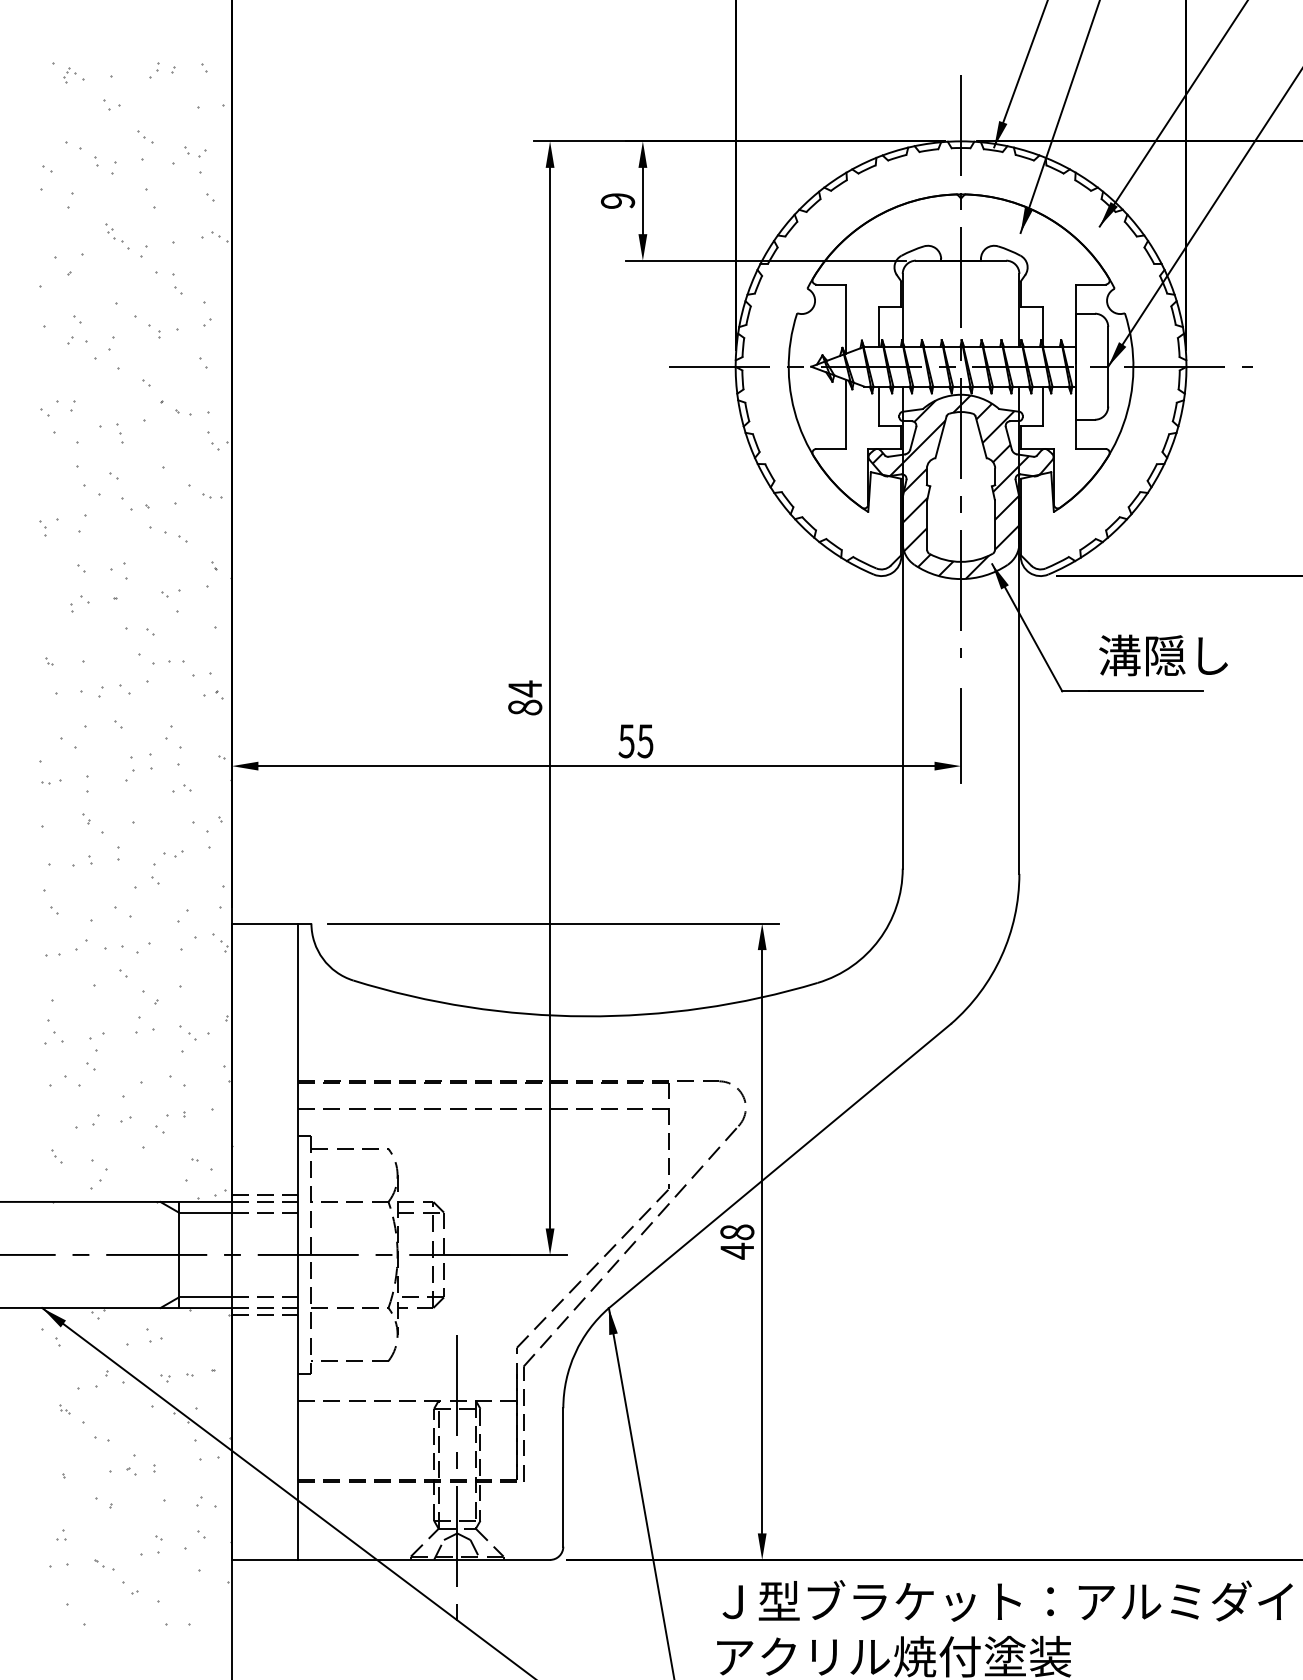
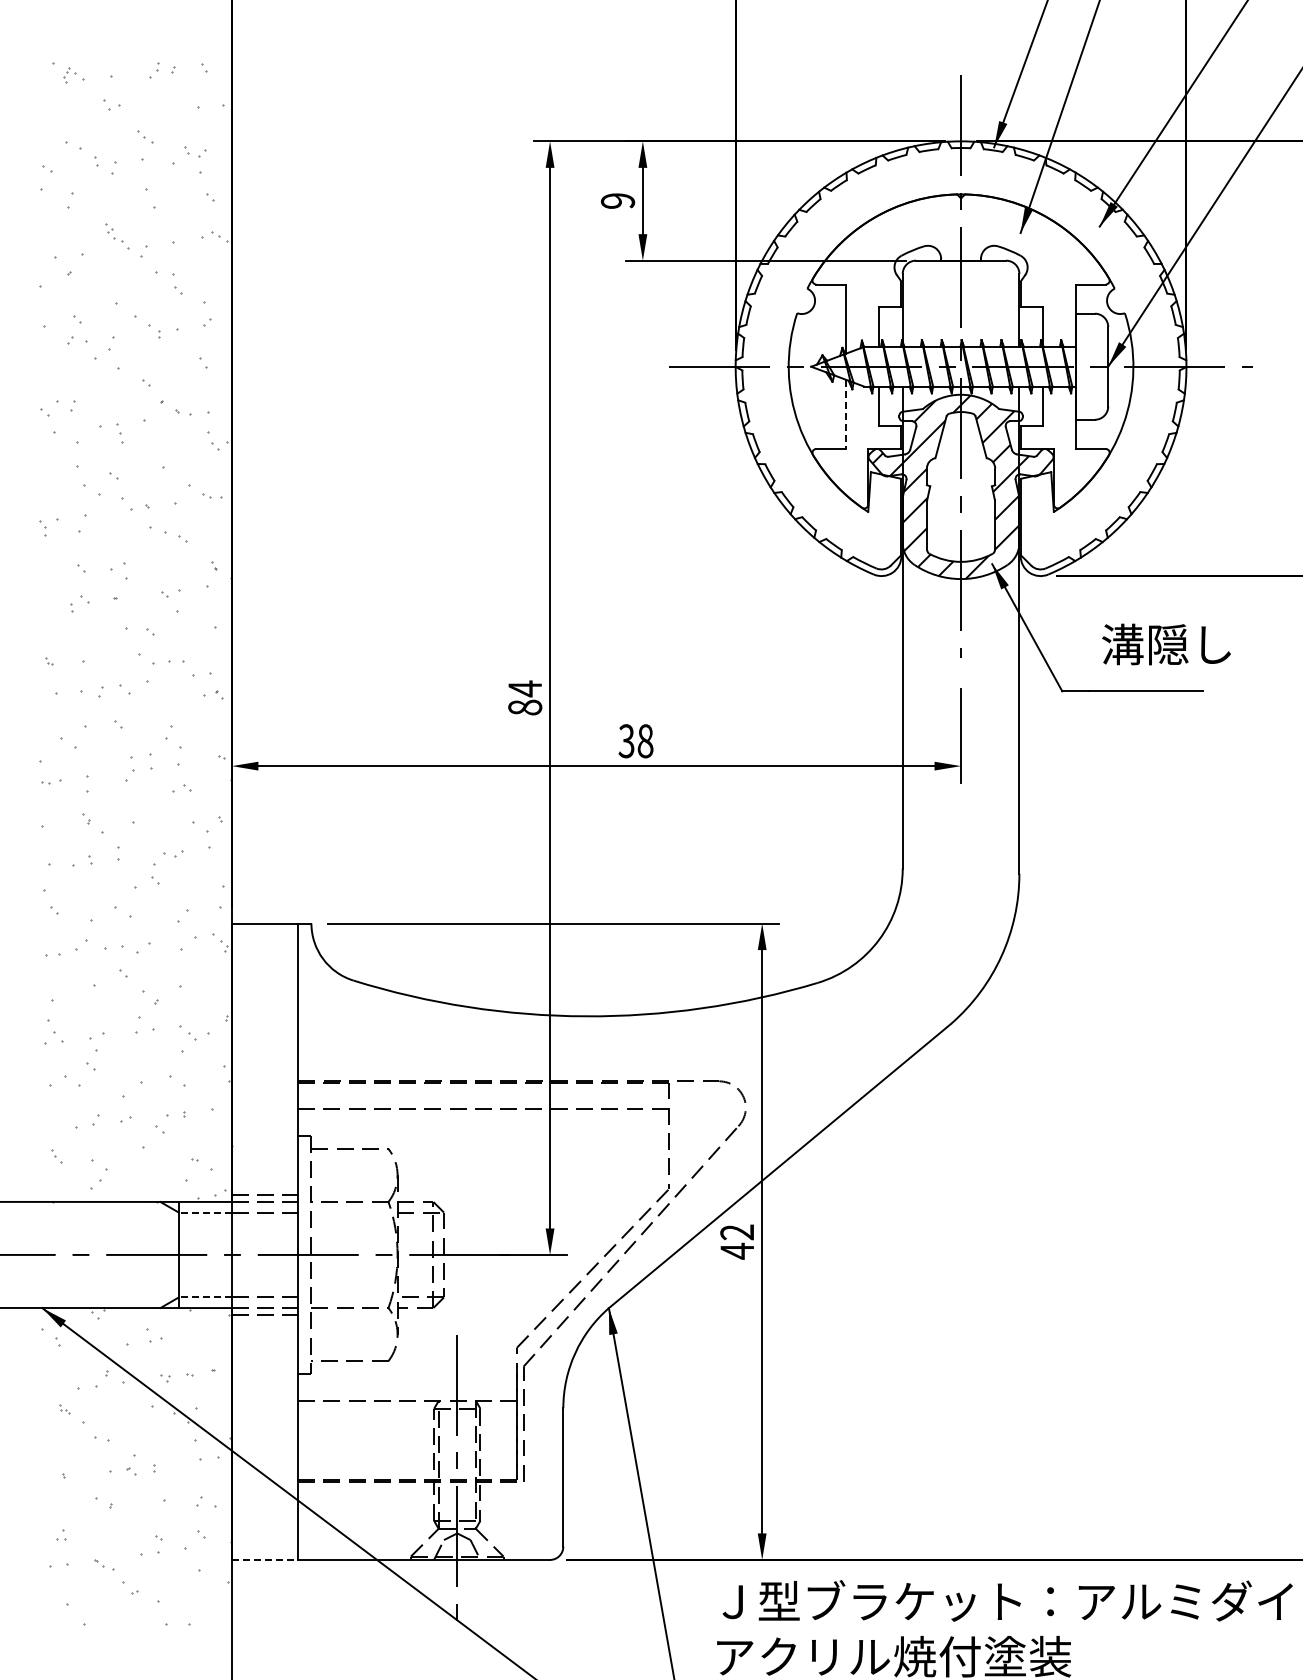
line at (845, 414): solid -> dashed
text at (1163, 655) position: (1163, 655) -> (1166, 644)
text at (635, 741): 55 -> 38
line at (205, 1212): solid -> dashed
text at (737, 1232): 48 -> 42
line at (205, 1297): solid -> dashed
line at (265, 1559): solid -> dashed
